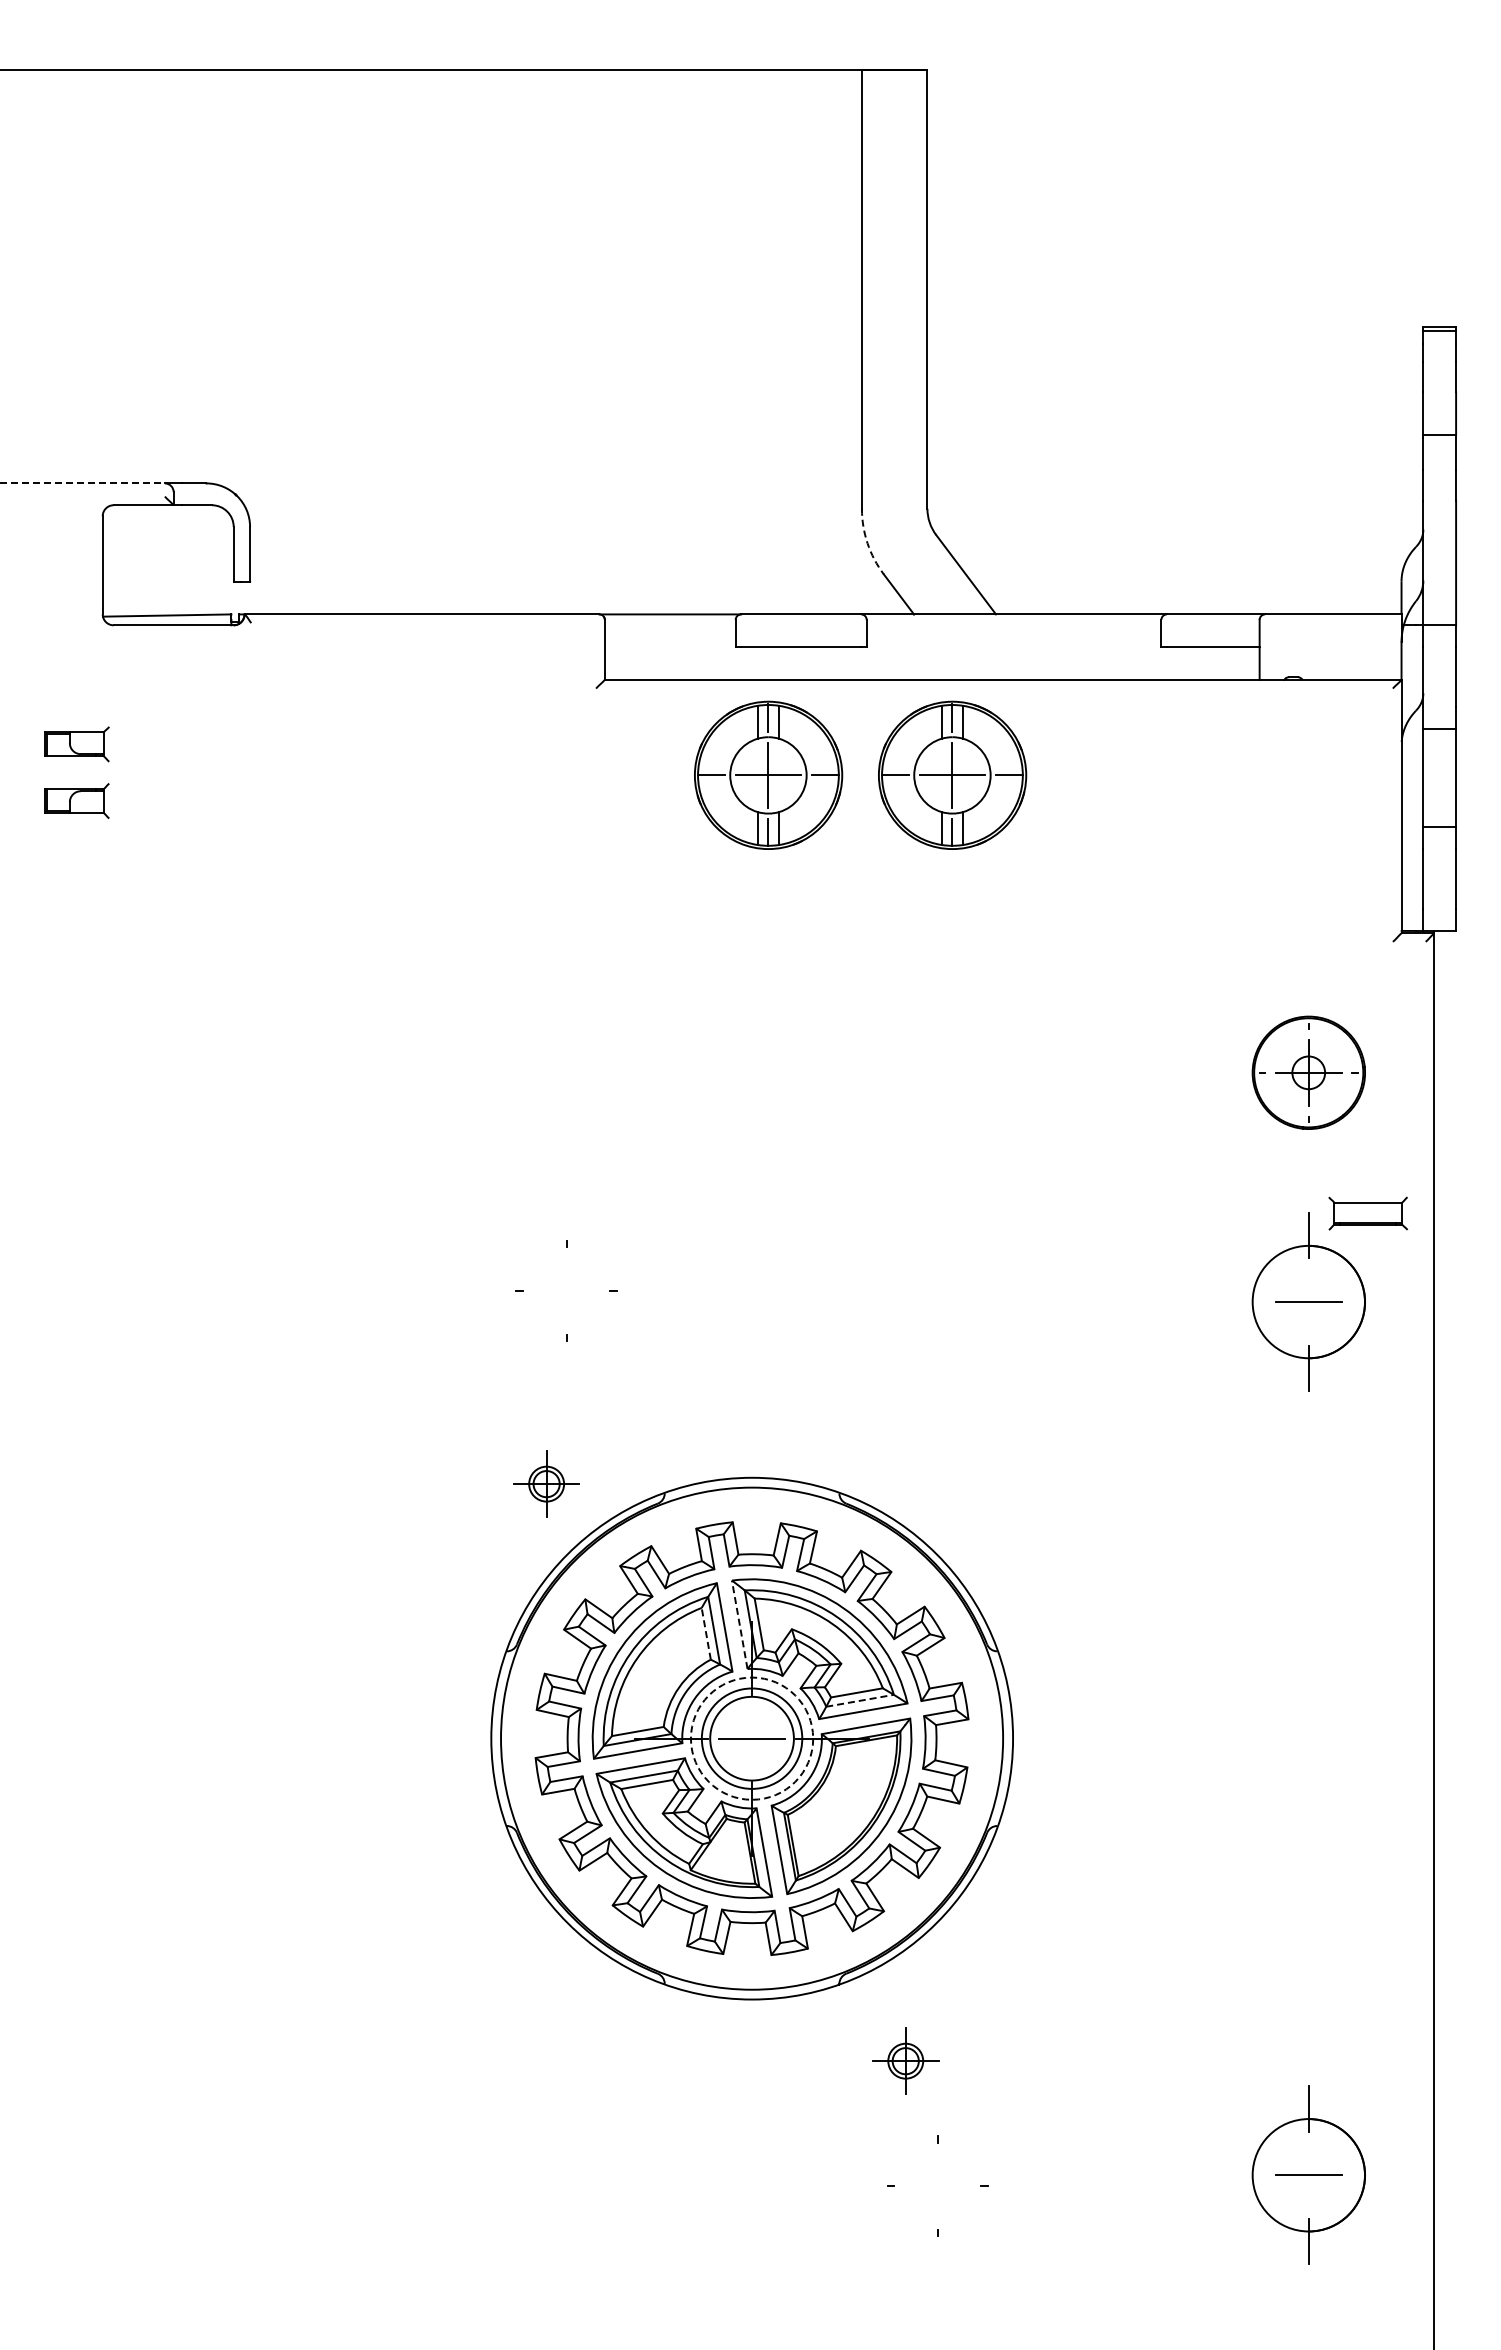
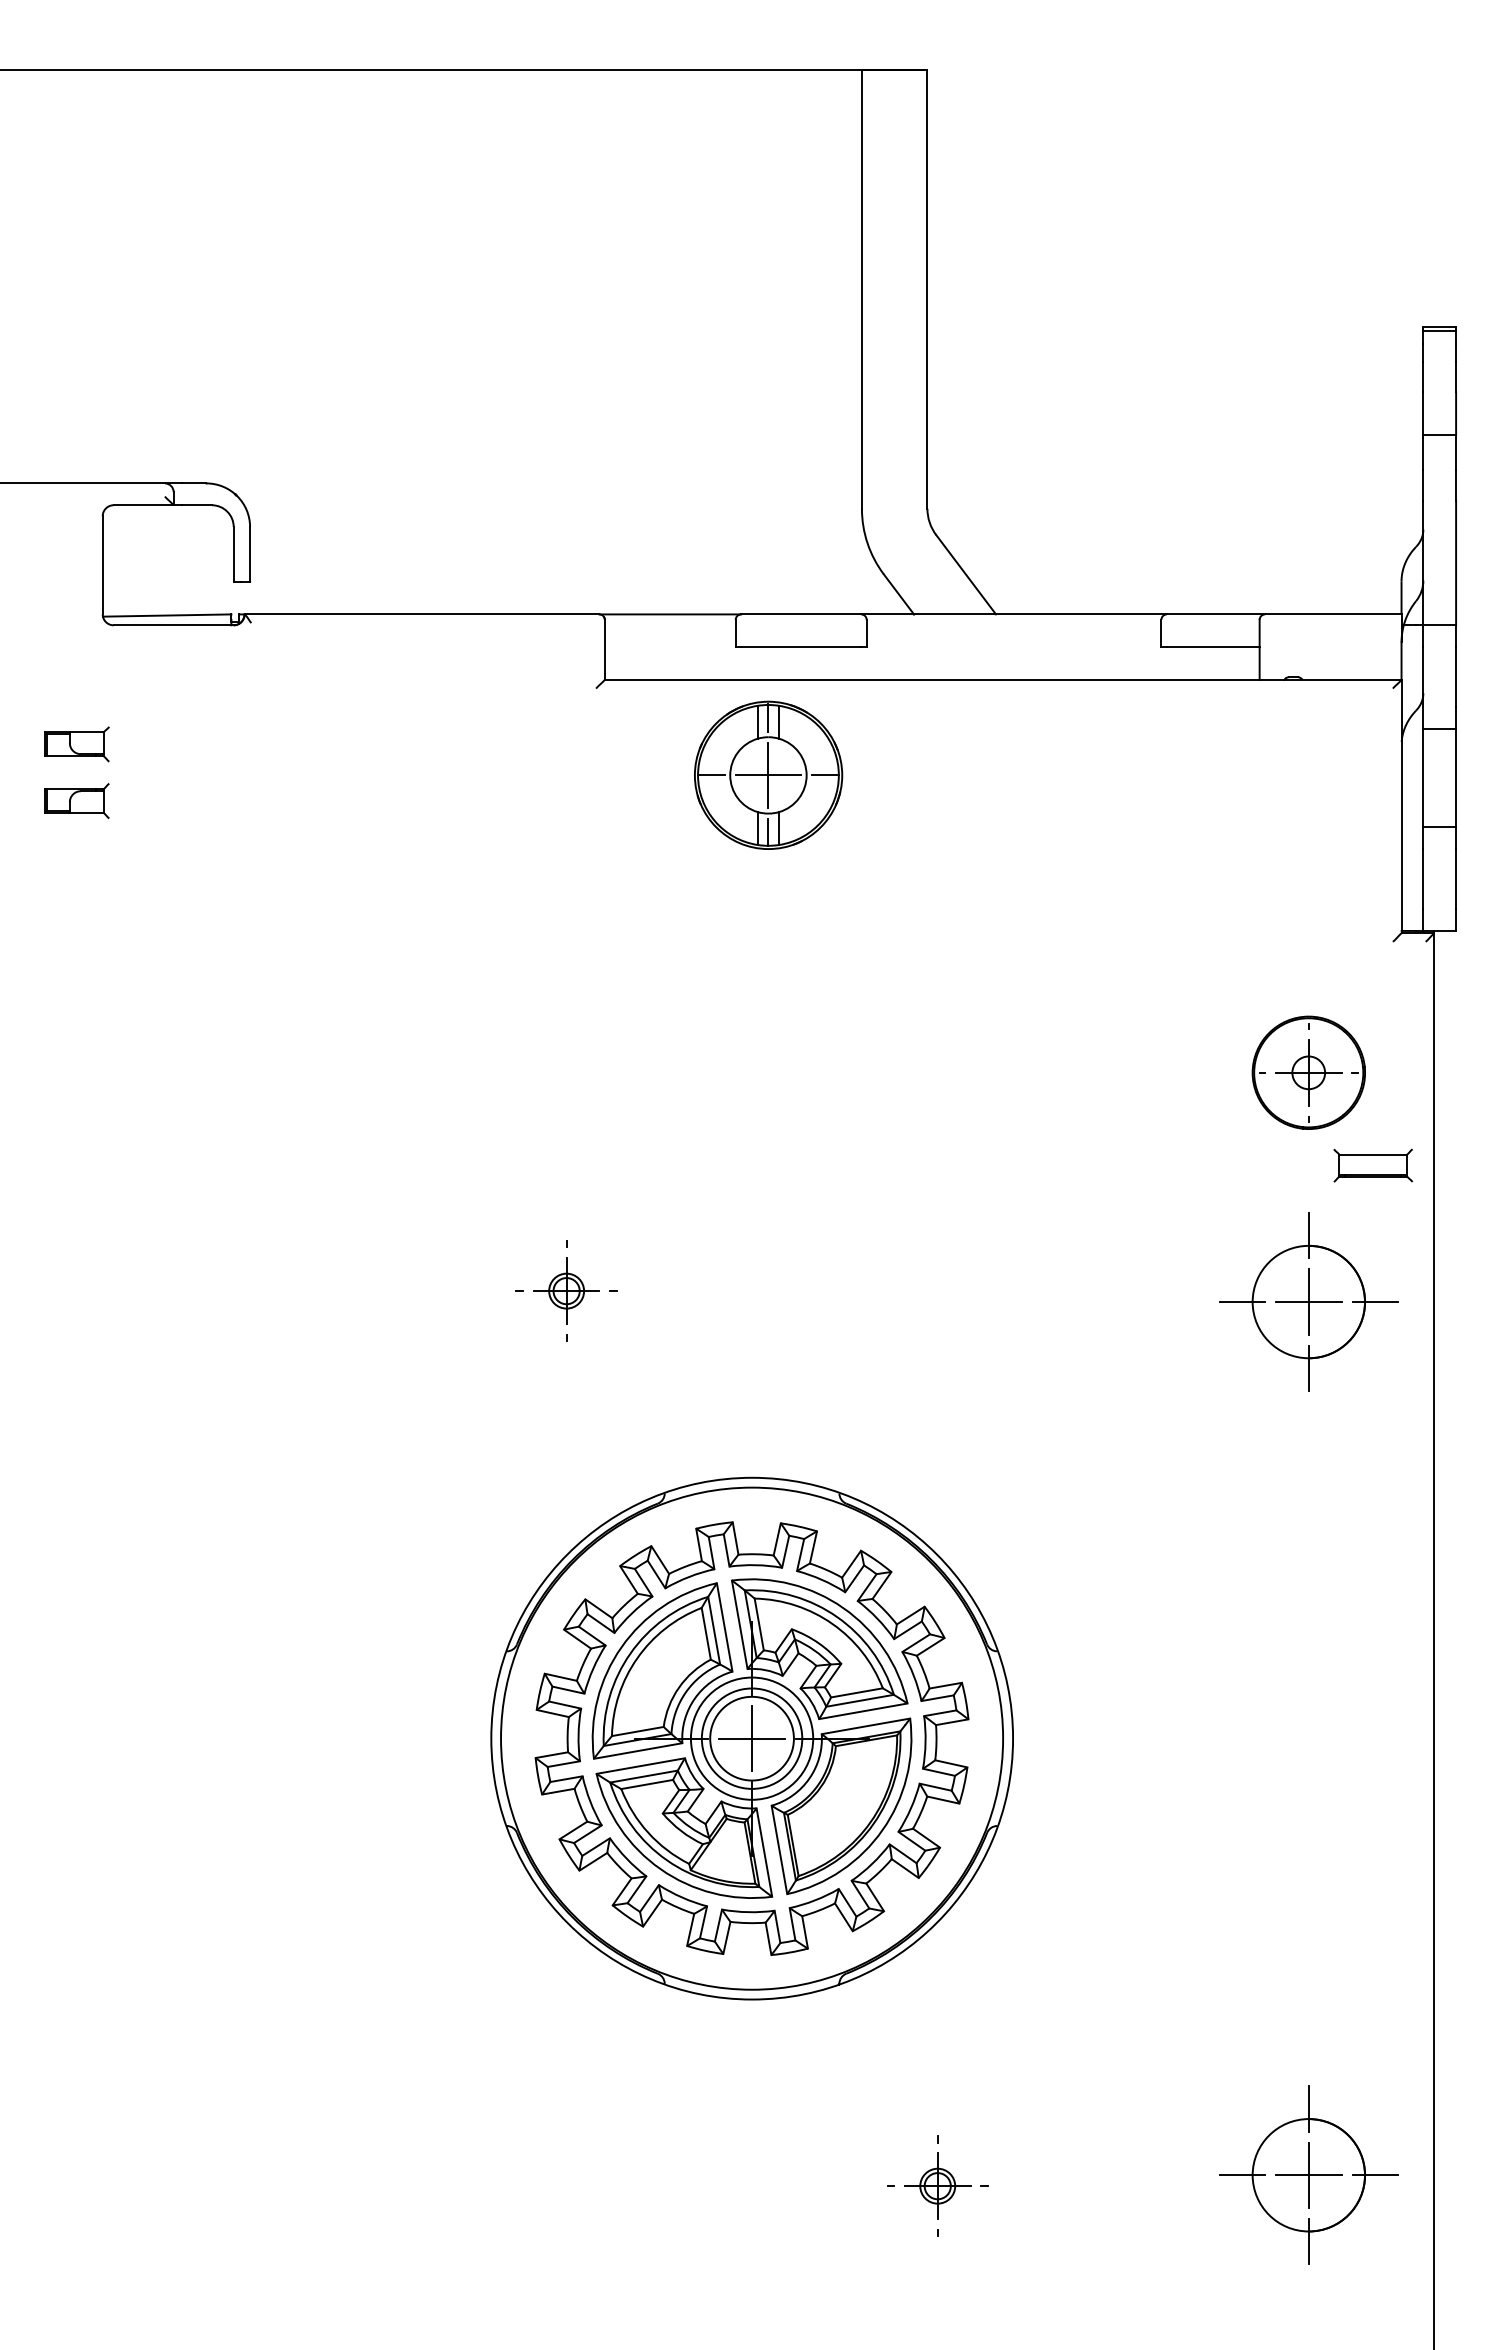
line at (83, 483): dashed -> solid
arc at (867, 543): dashed -> solid
part at (952, 774): present -> none
part at (1367, 1213) position: (1367, 1213) -> (1372, 1165)
line at (1308, 1301): none -> present
line at (1242, 1302): none -> present
line at (1374, 1302): none -> present
part at (546, 1483) position: (546, 1483) -> (566, 1290)
line at (739, 1624): dashed -> solid
line at (706, 1633): dashed -> solid
line at (860, 1700): dashed -> solid
circle at (751, 1738): dashed -> solid
line at (752, 1738): none -> present
part at (905, 2060) position: (905, 2060) -> (937, 2185)
line at (1242, 2175): none -> present
line at (1308, 2175): none -> present
line at (1374, 2175): none -> present
